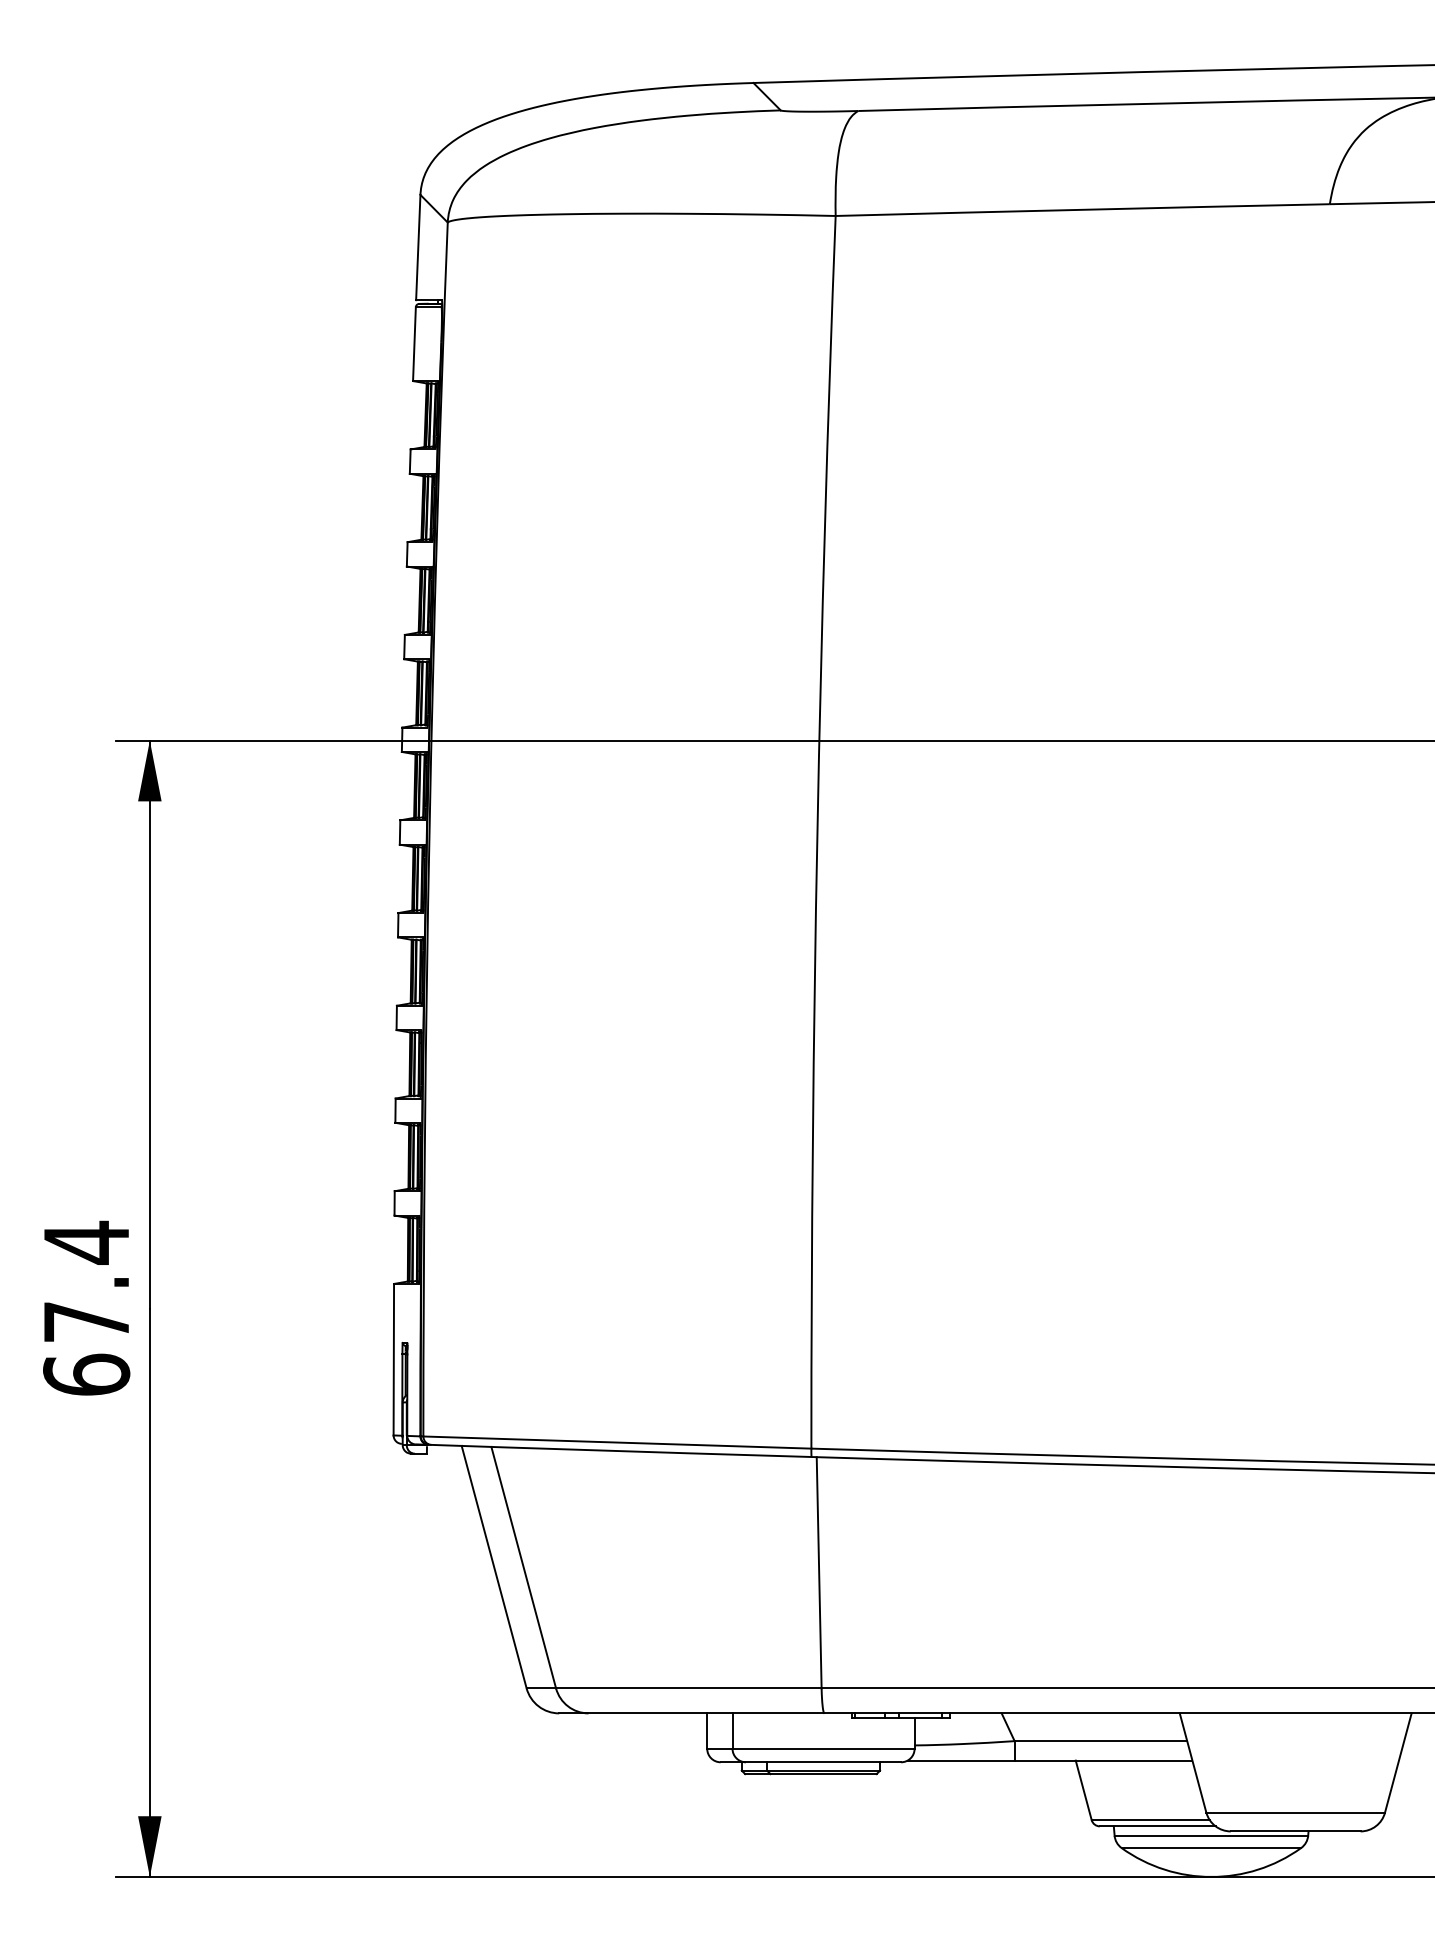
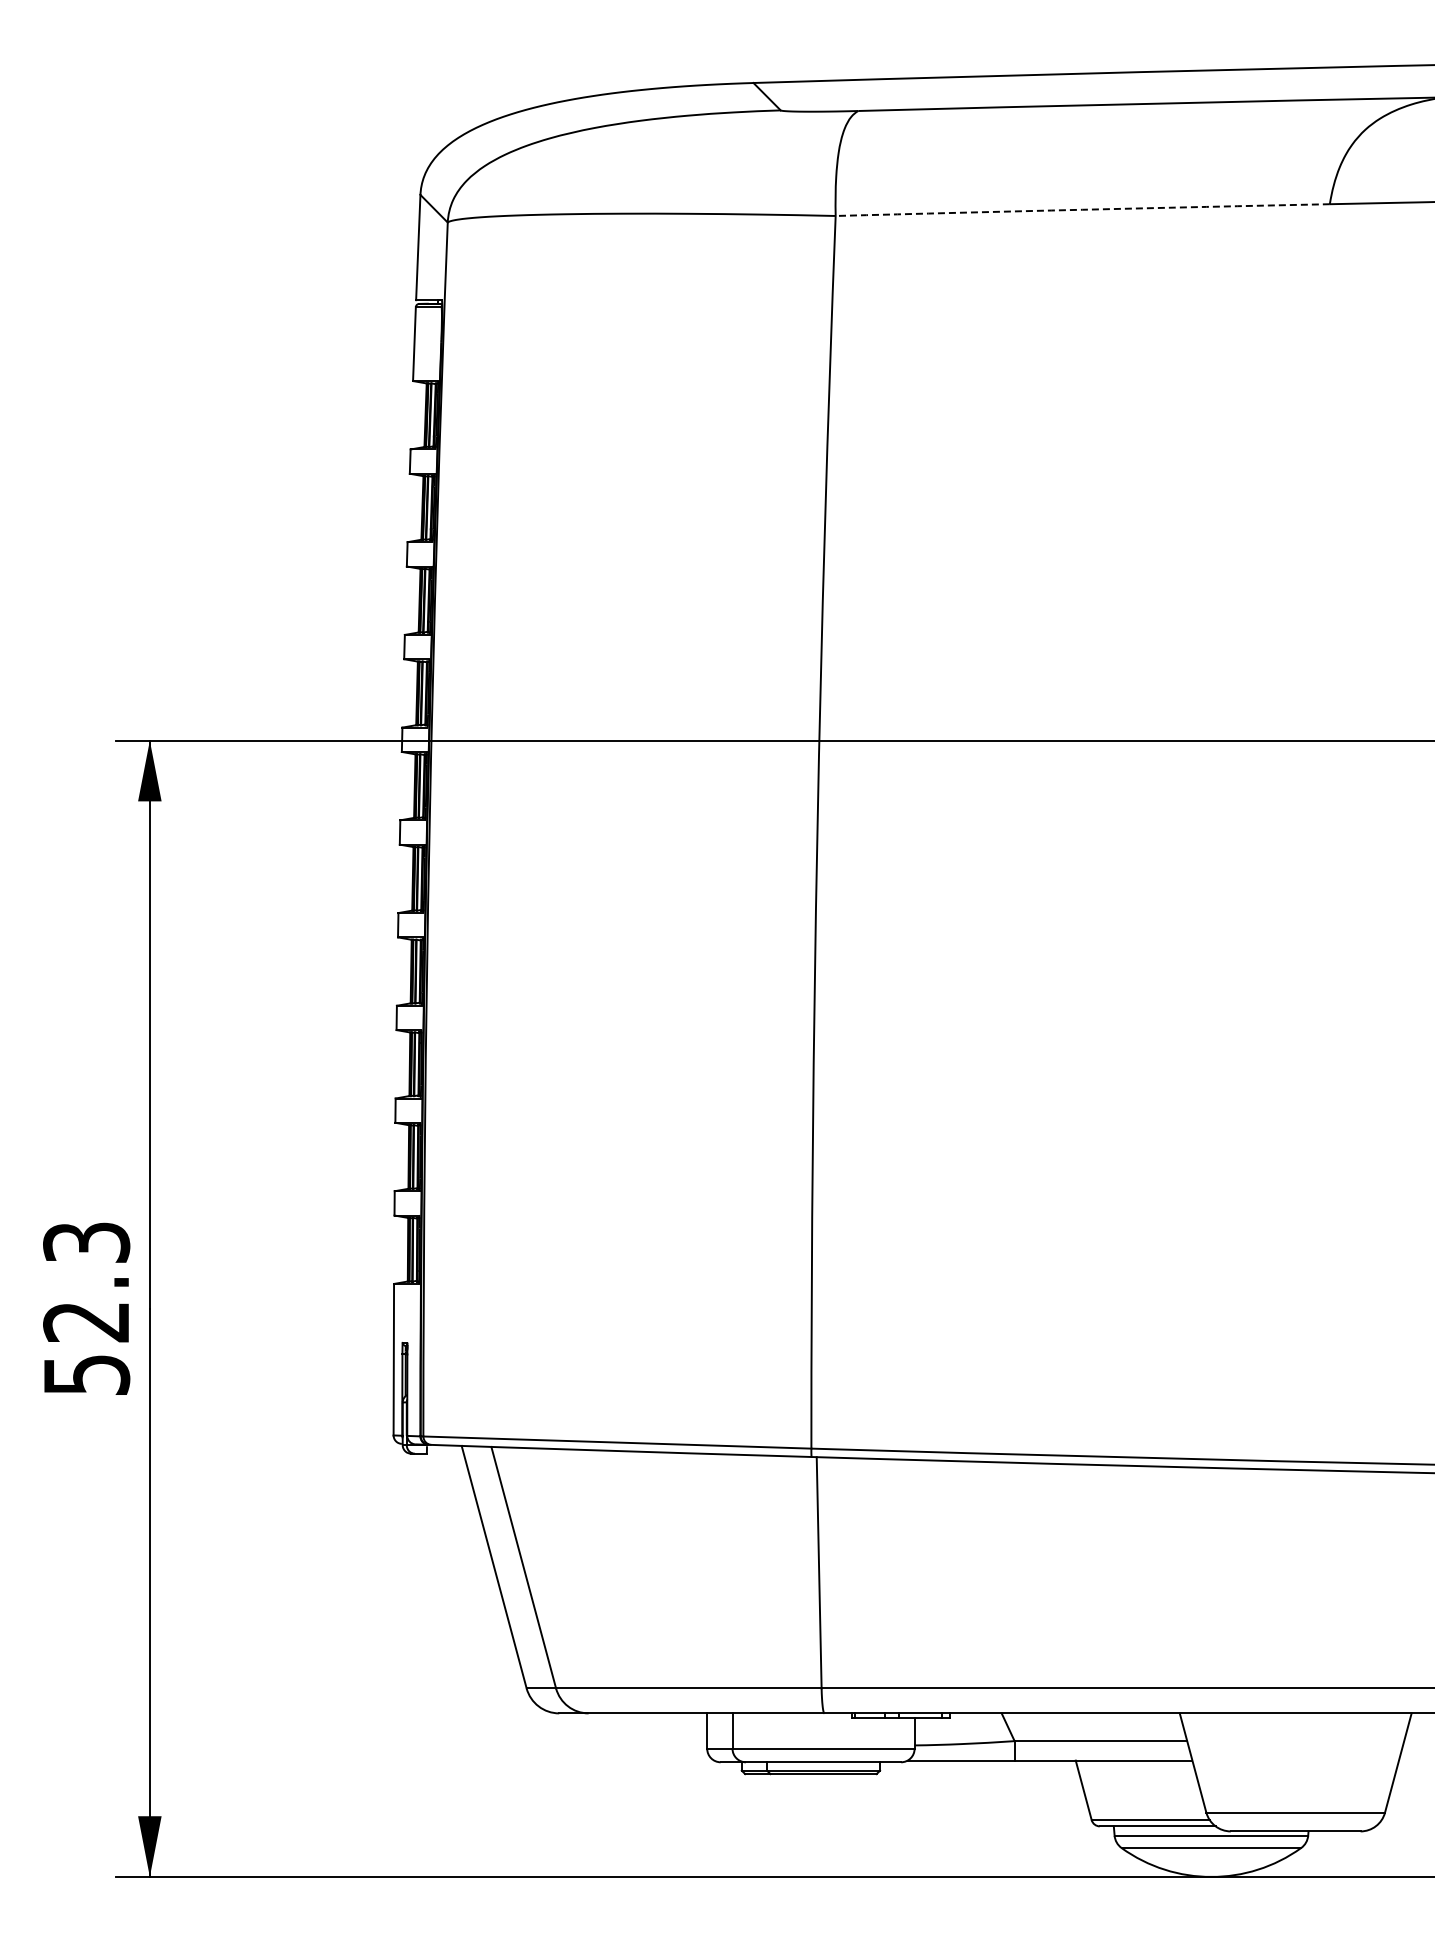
arc at (1082, 209): solid -> dashed
text at (86, 1307): 67.4 -> 52.3
